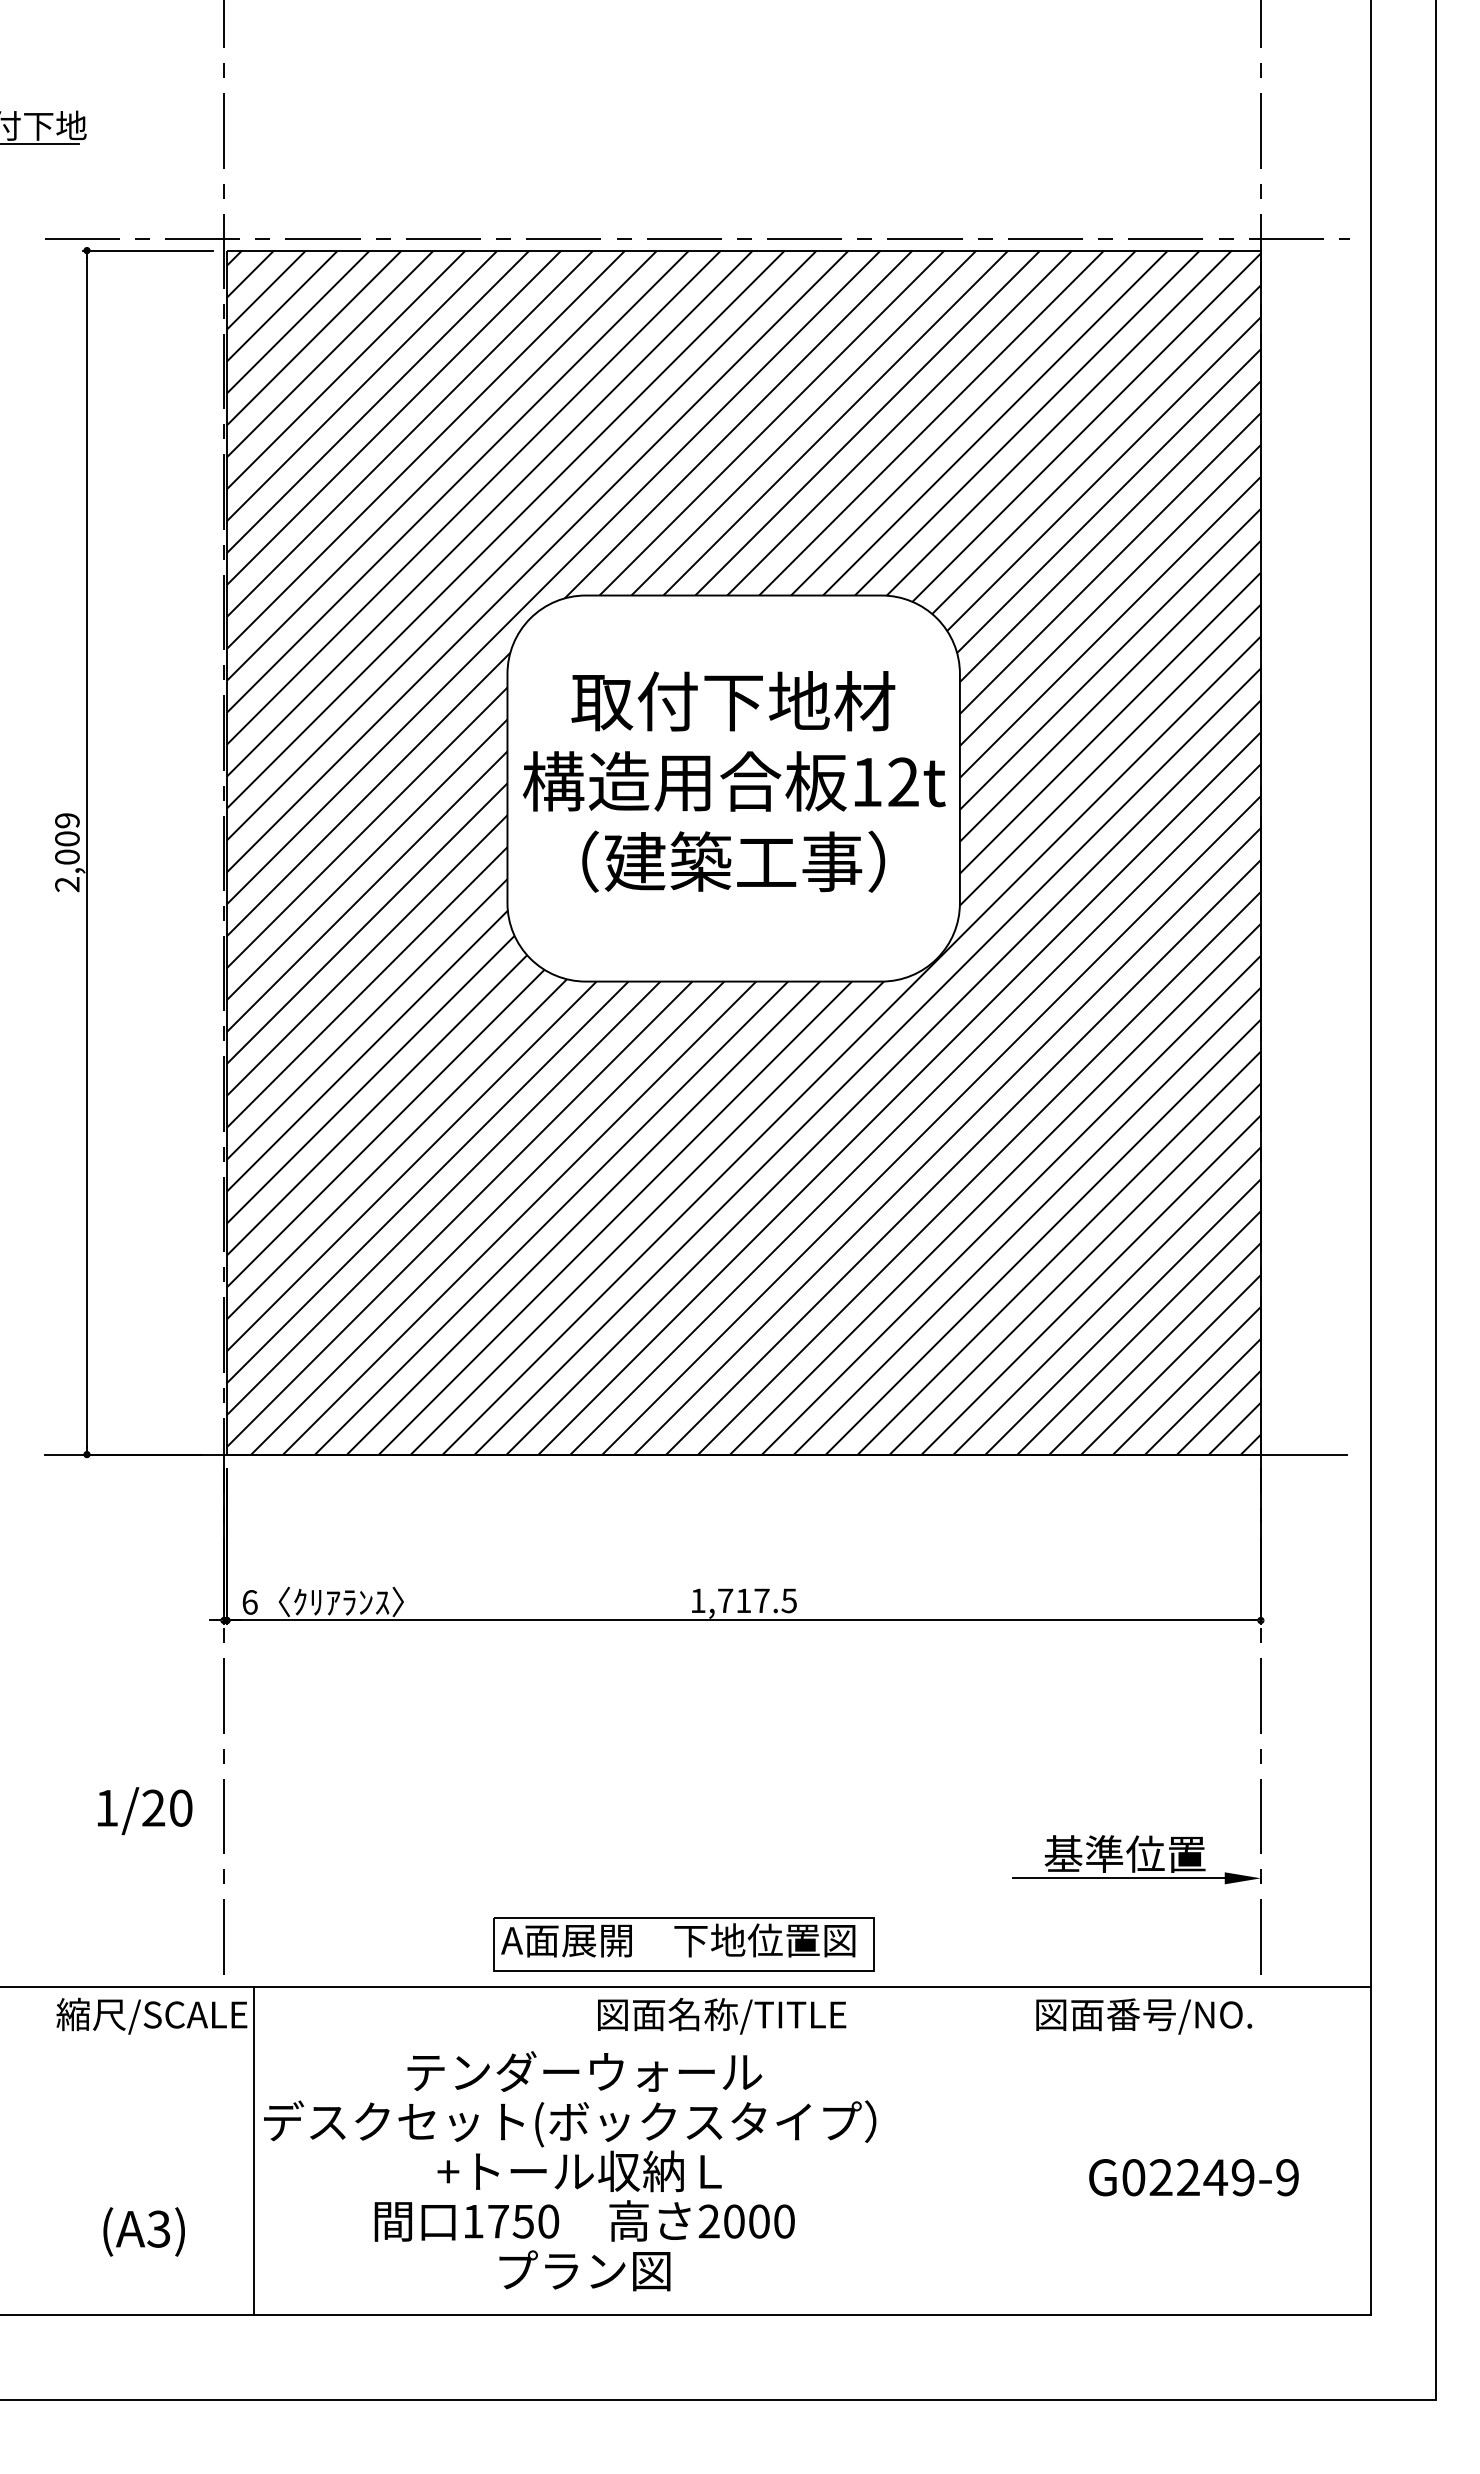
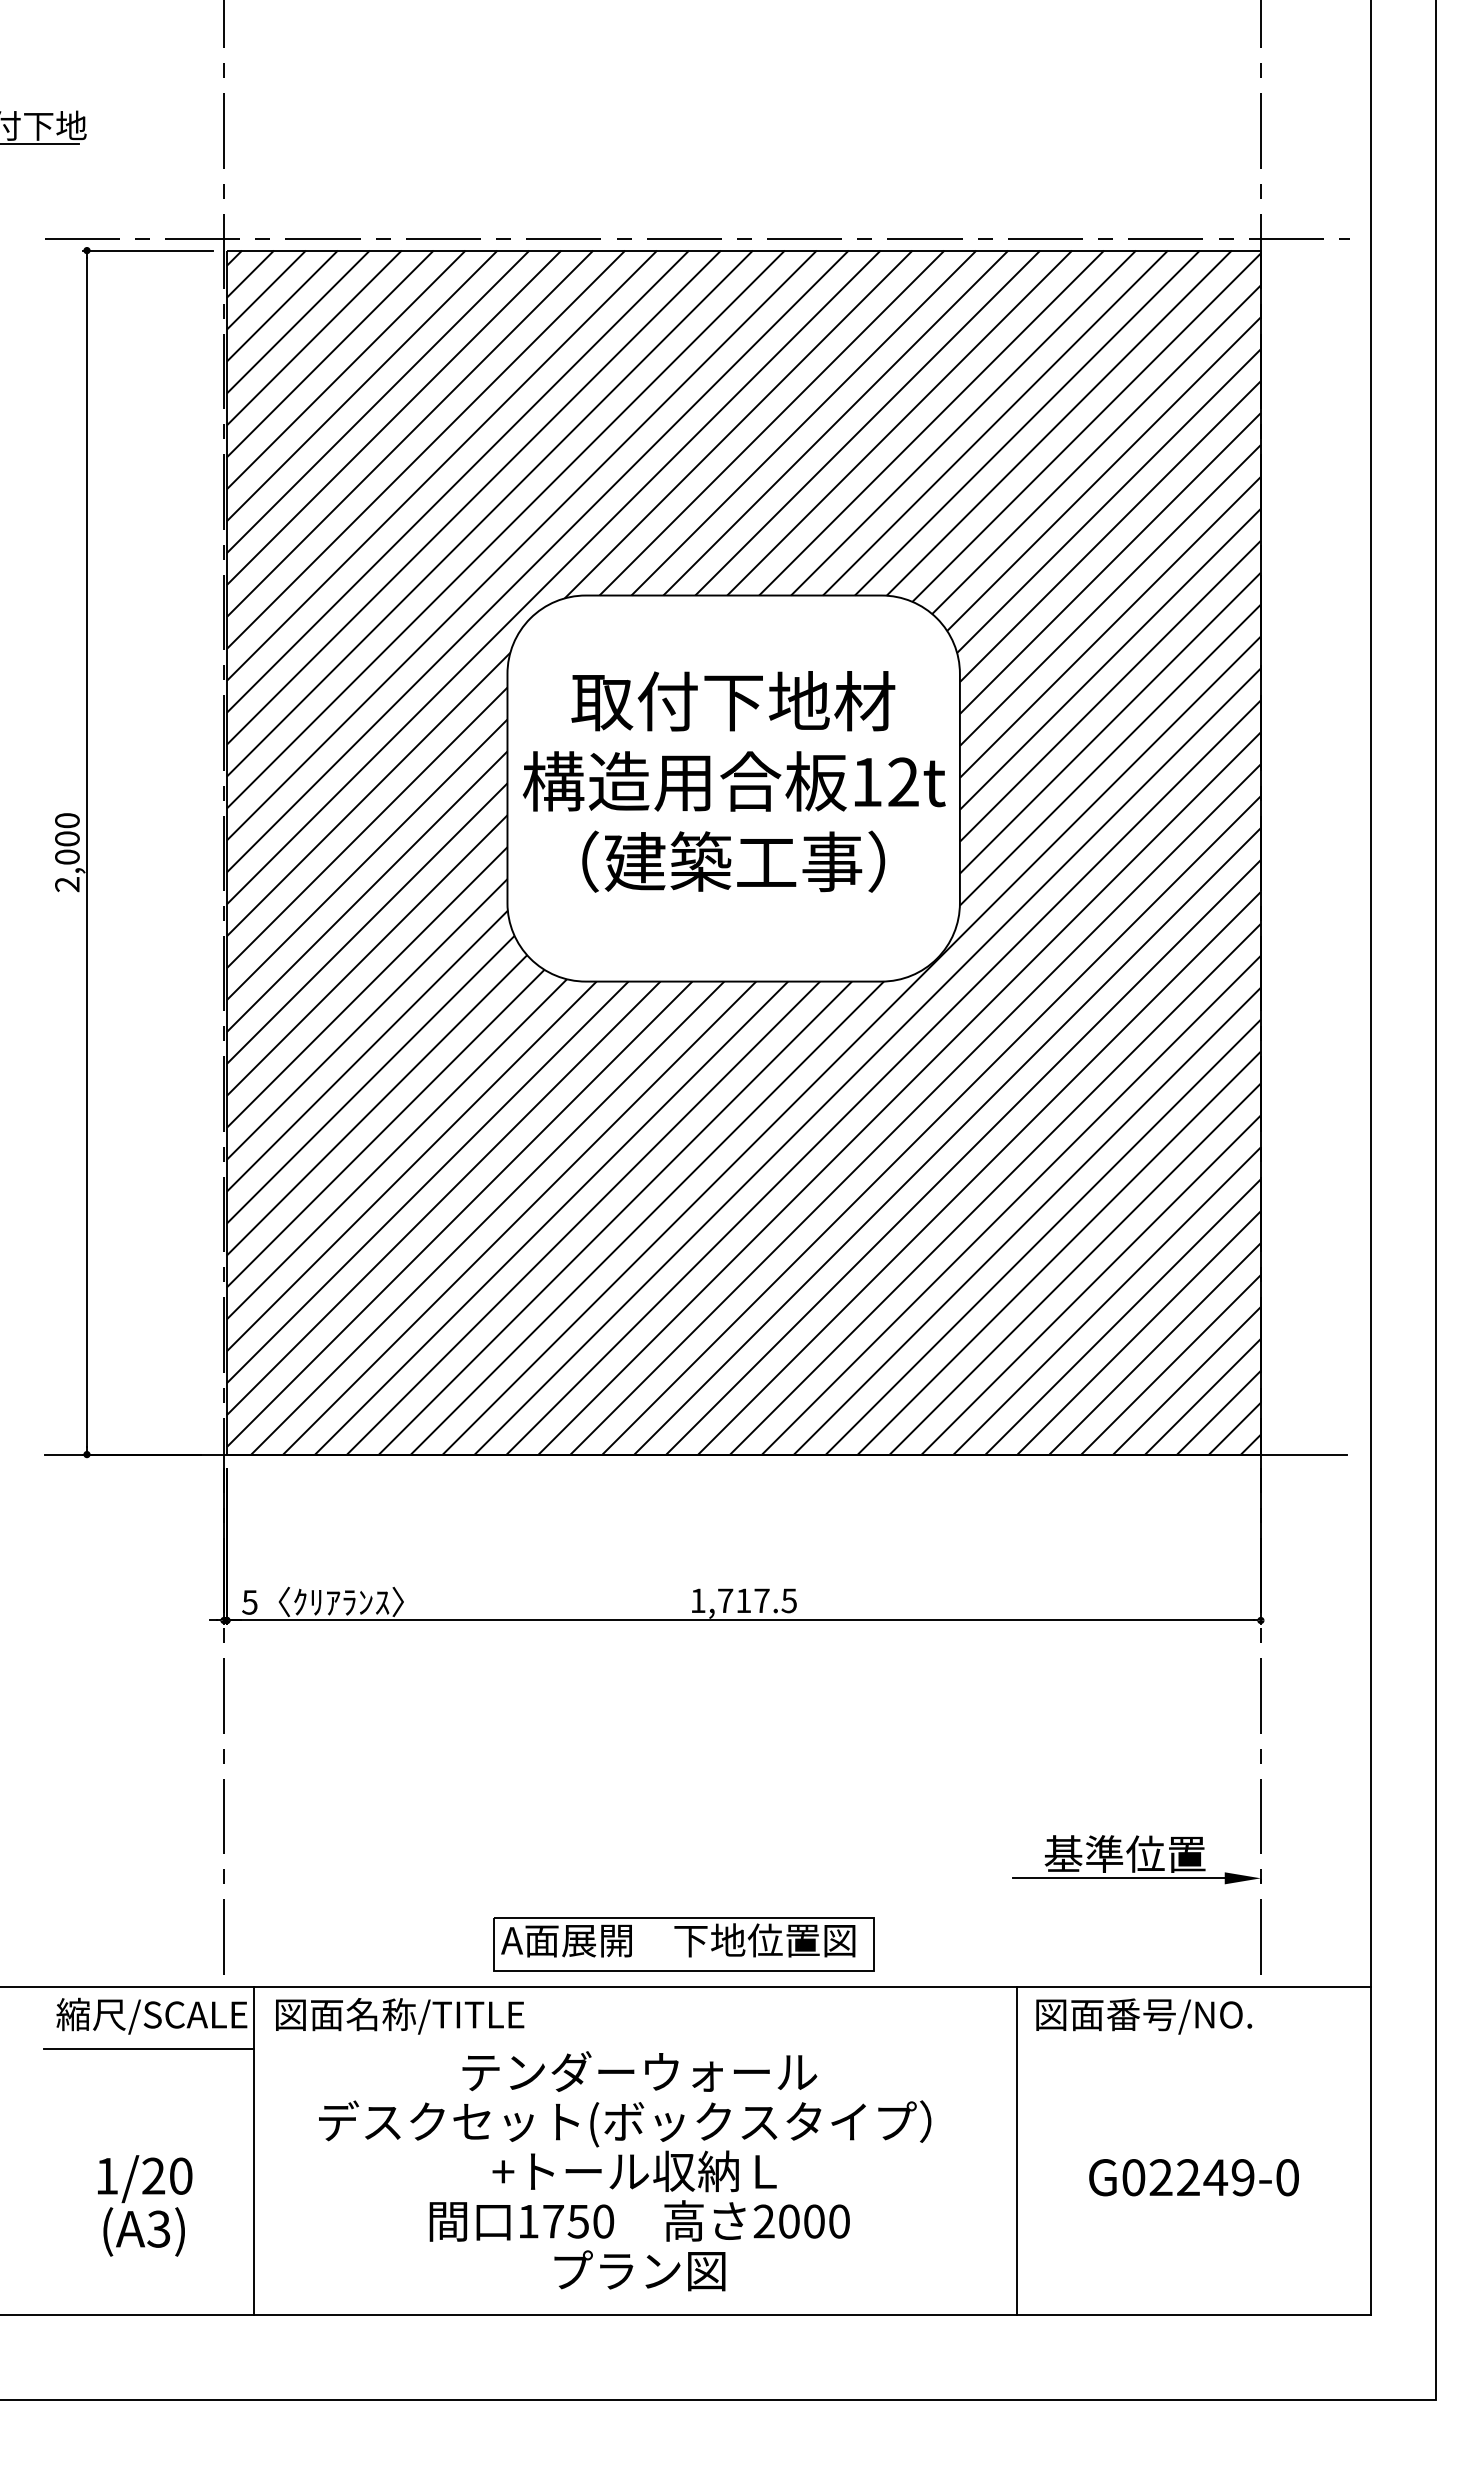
text at (67, 820): 2,009 -> 2,000
text at (249, 1602): 6 -> 5
text at (145, 1811) position: (145, 1811) -> (145, 2179)
text at (722, 2016) position: (722, 2016) -> (400, 2016)
line at (148, 2049): none -> present
line at (1017, 2151): none -> present
text at (570, 2171) position: (570, 2171) -> (625, 2171)
text at (1287, 2177): G02249-9 -> G02249-0
